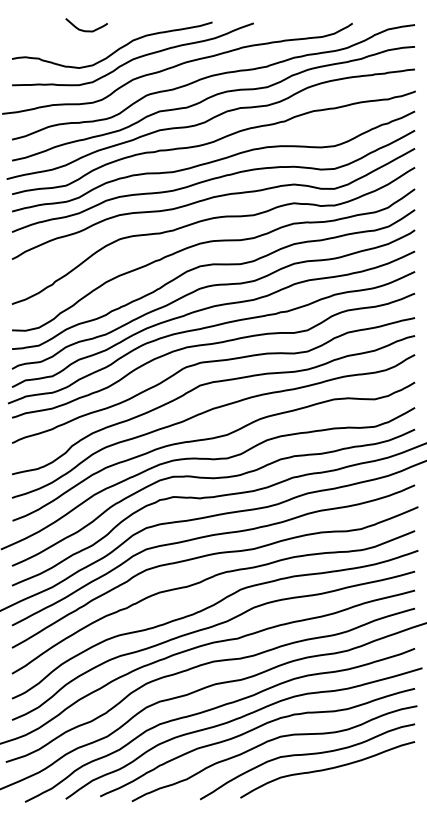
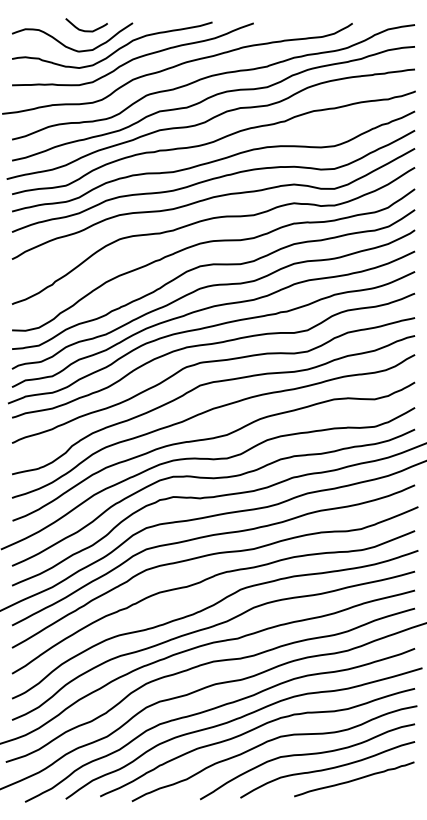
curve at (68, 46): none -> present
curve at (354, 779): none -> present
